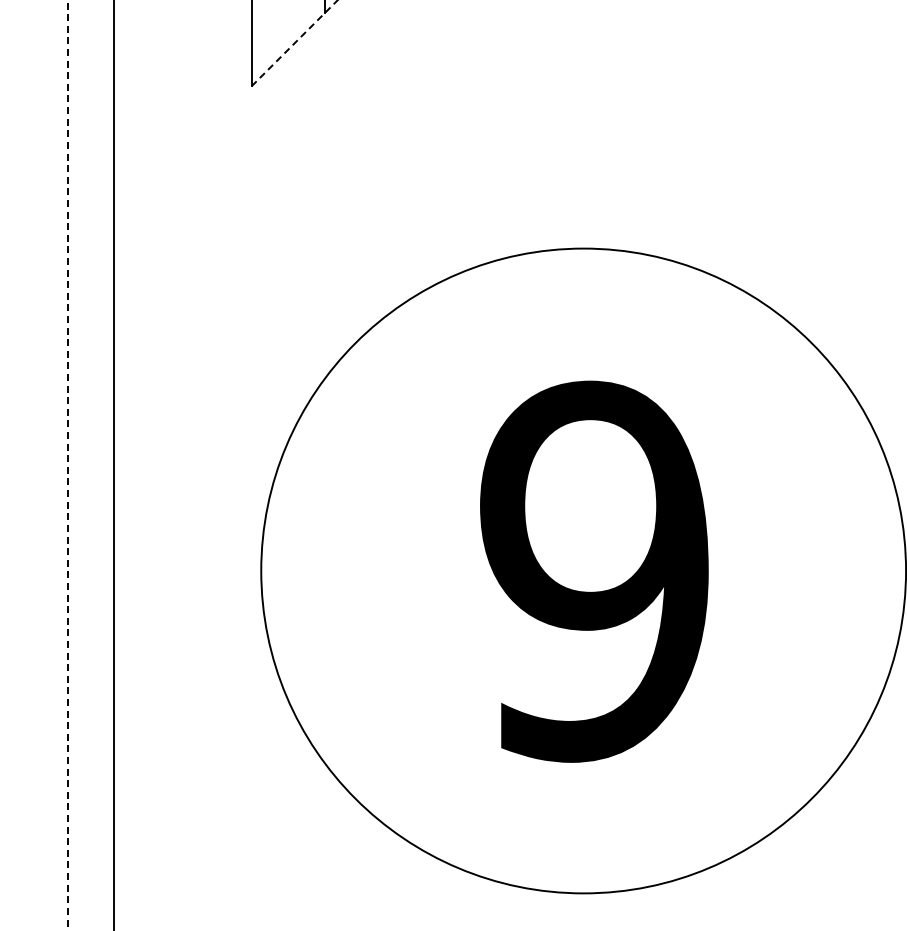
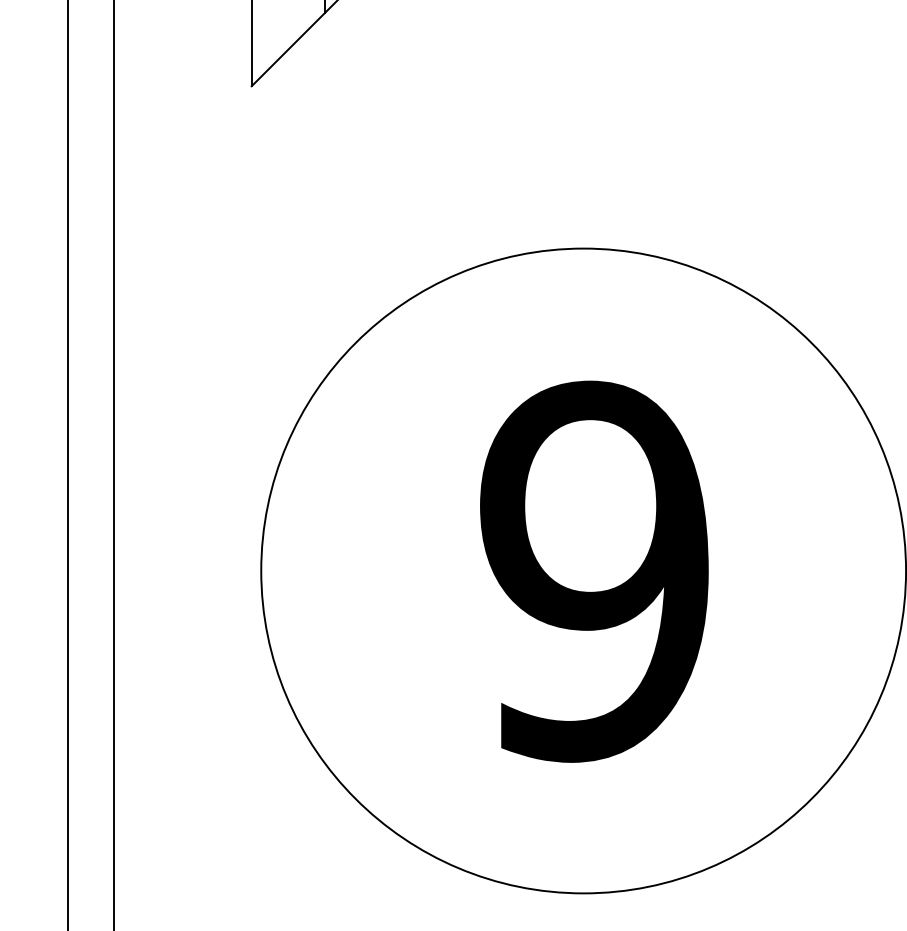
line at (294, 43): dashed -> solid
line at (67, 464): dashed -> solid
